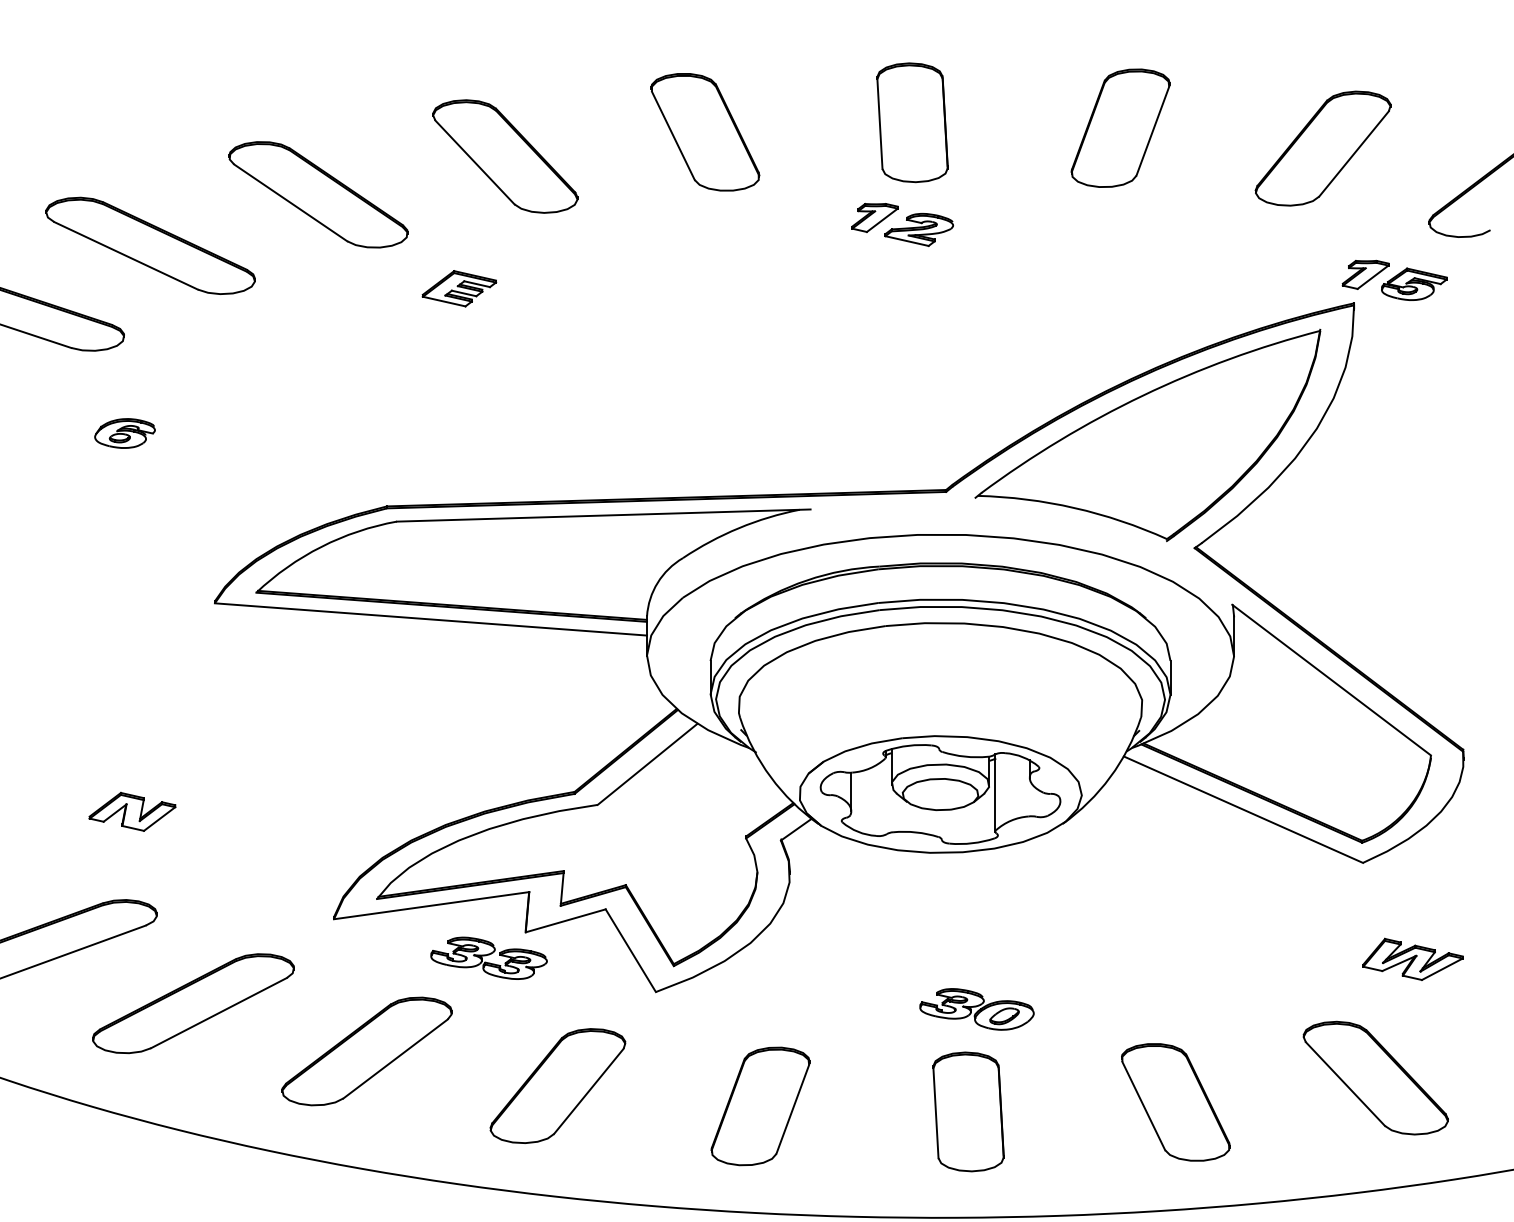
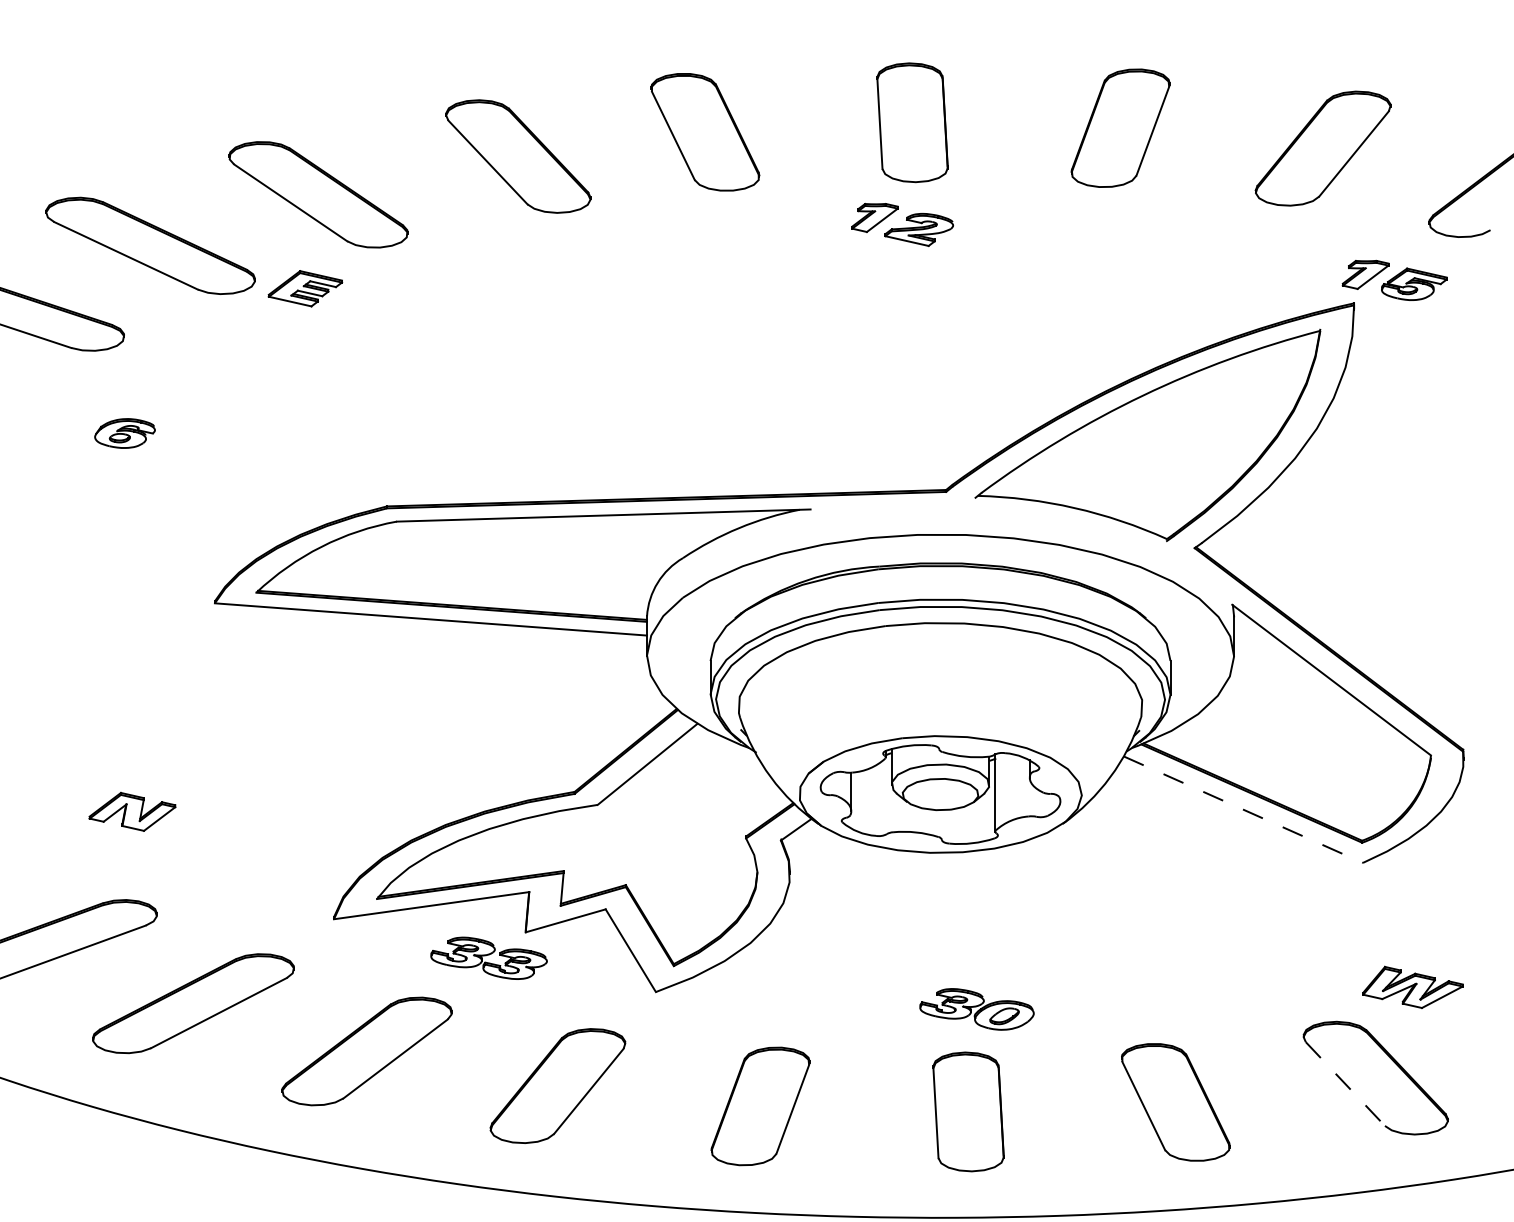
part at (505, 156) position: (505, 156) -> (518, 156)
part at (459, 288) position: (459, 288) -> (305, 288)
line at (1243, 809): solid -> dashed
part at (1412, 958) position: (1412, 958) -> (1412, 986)
line at (1345, 1084): solid -> dashed
